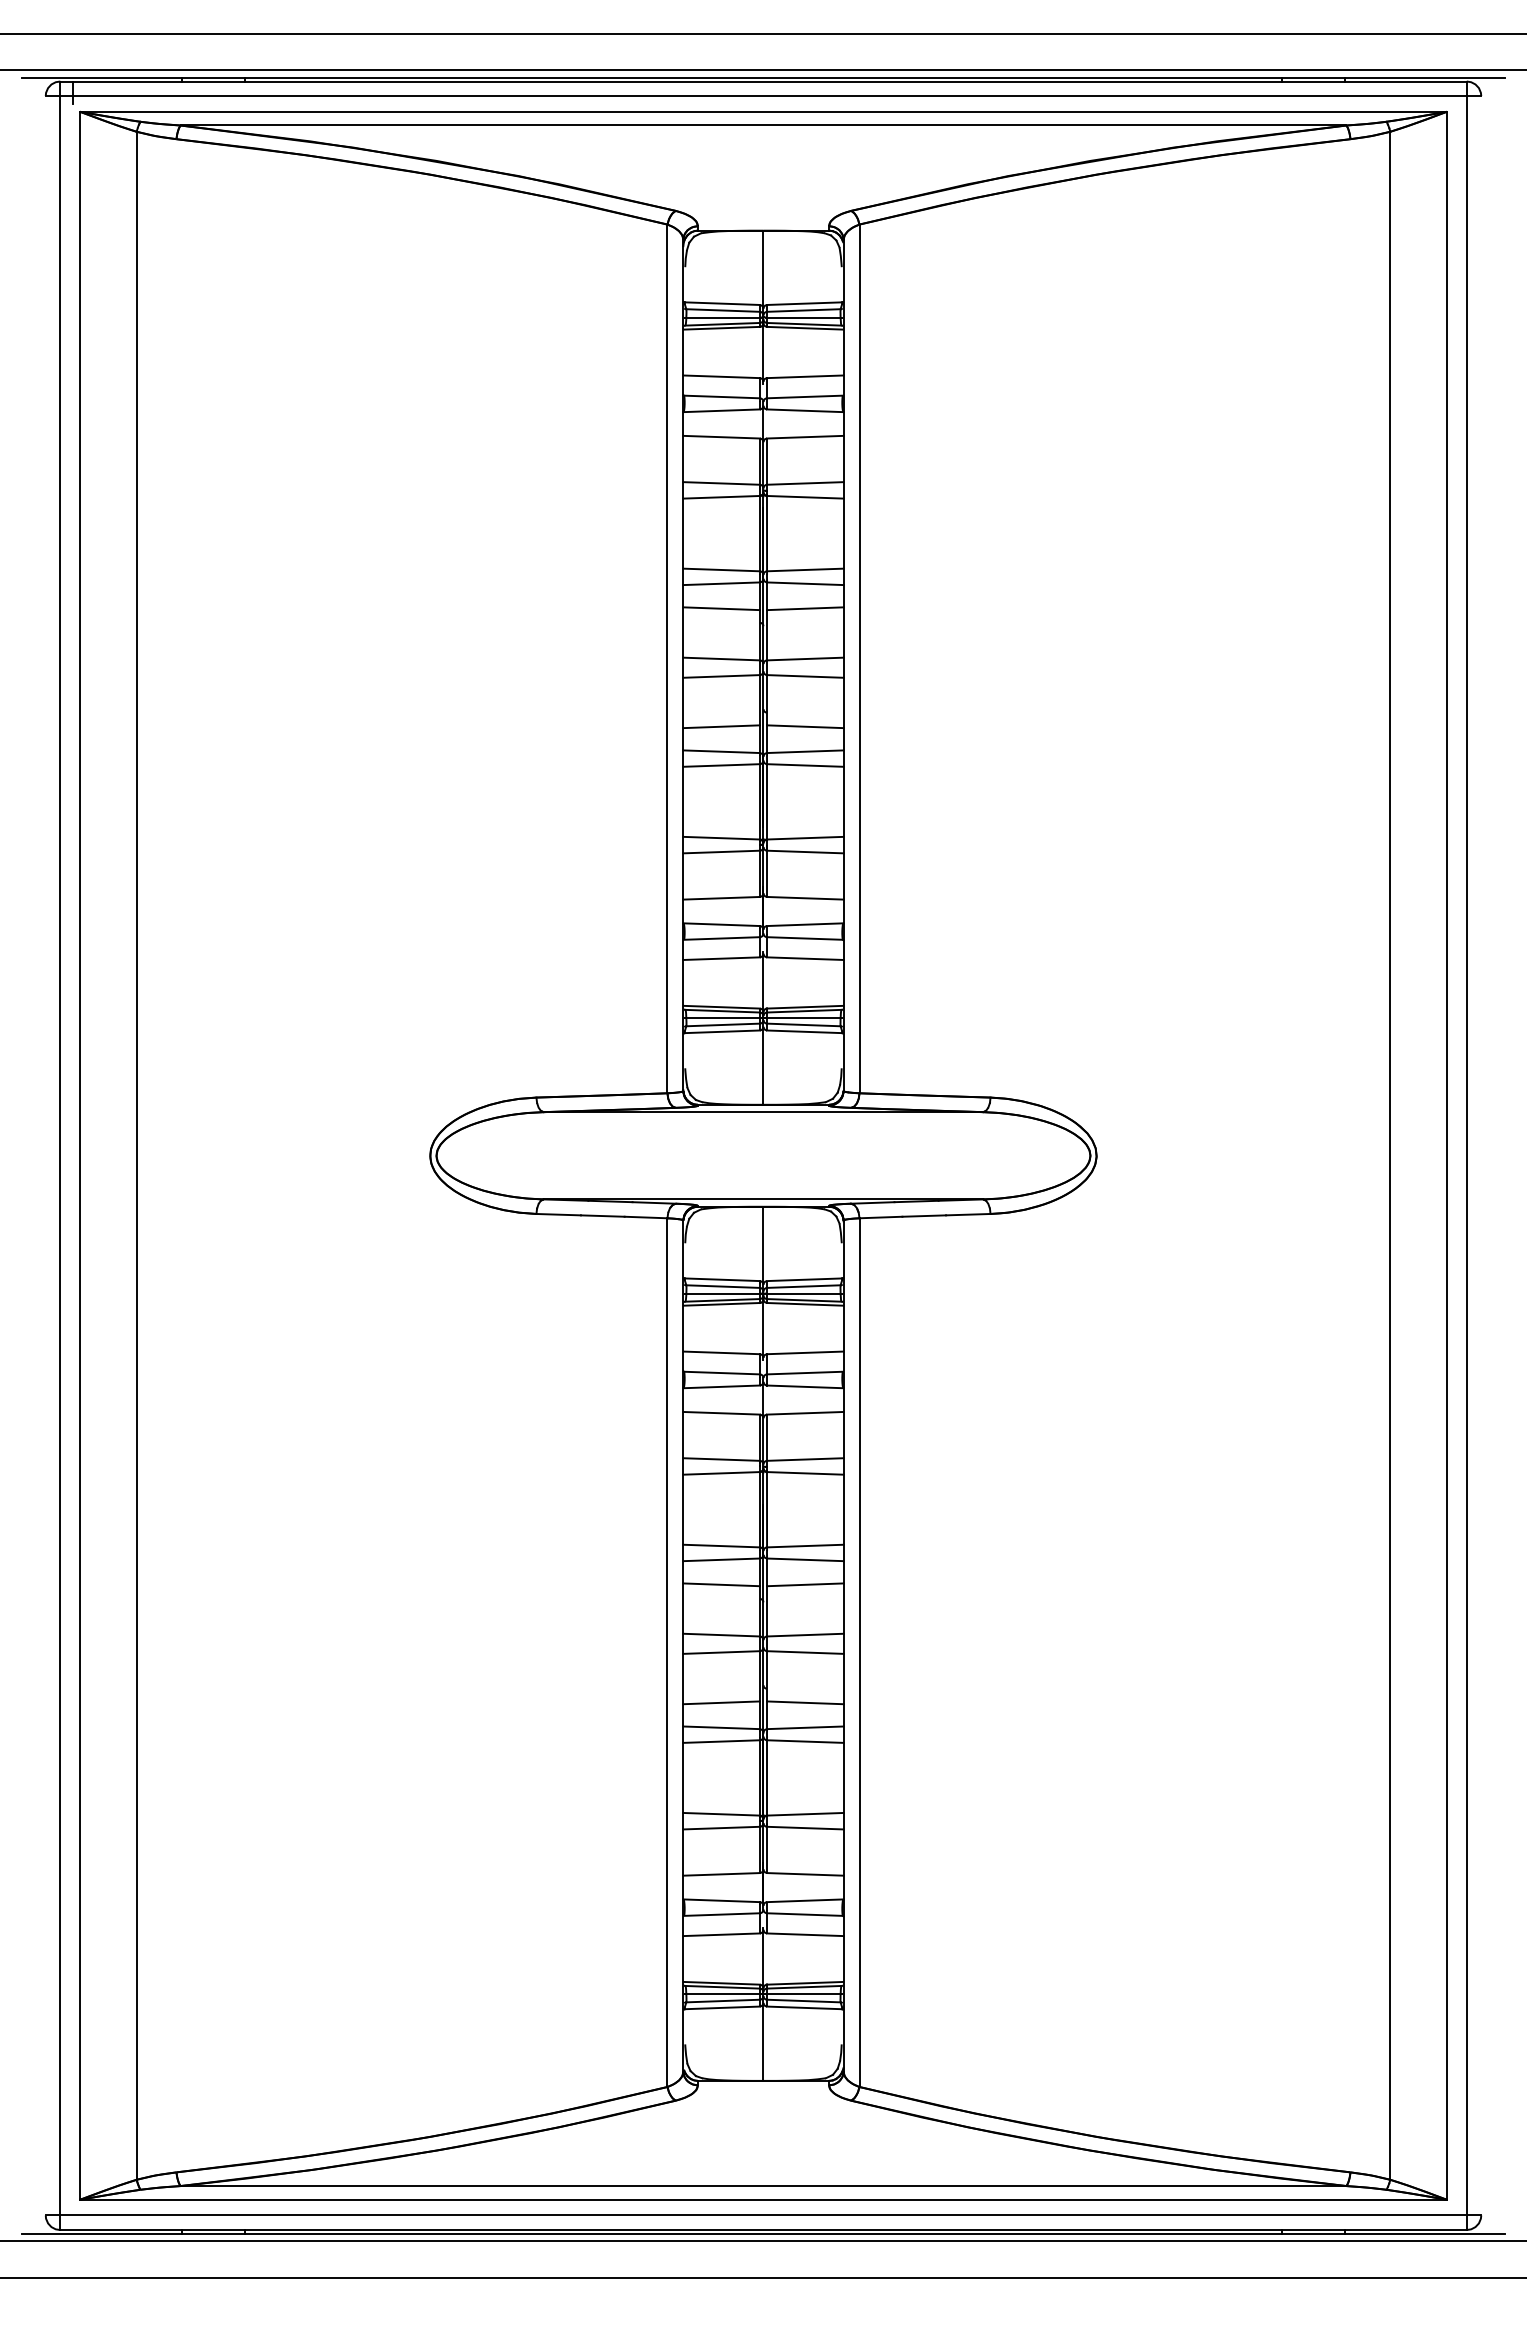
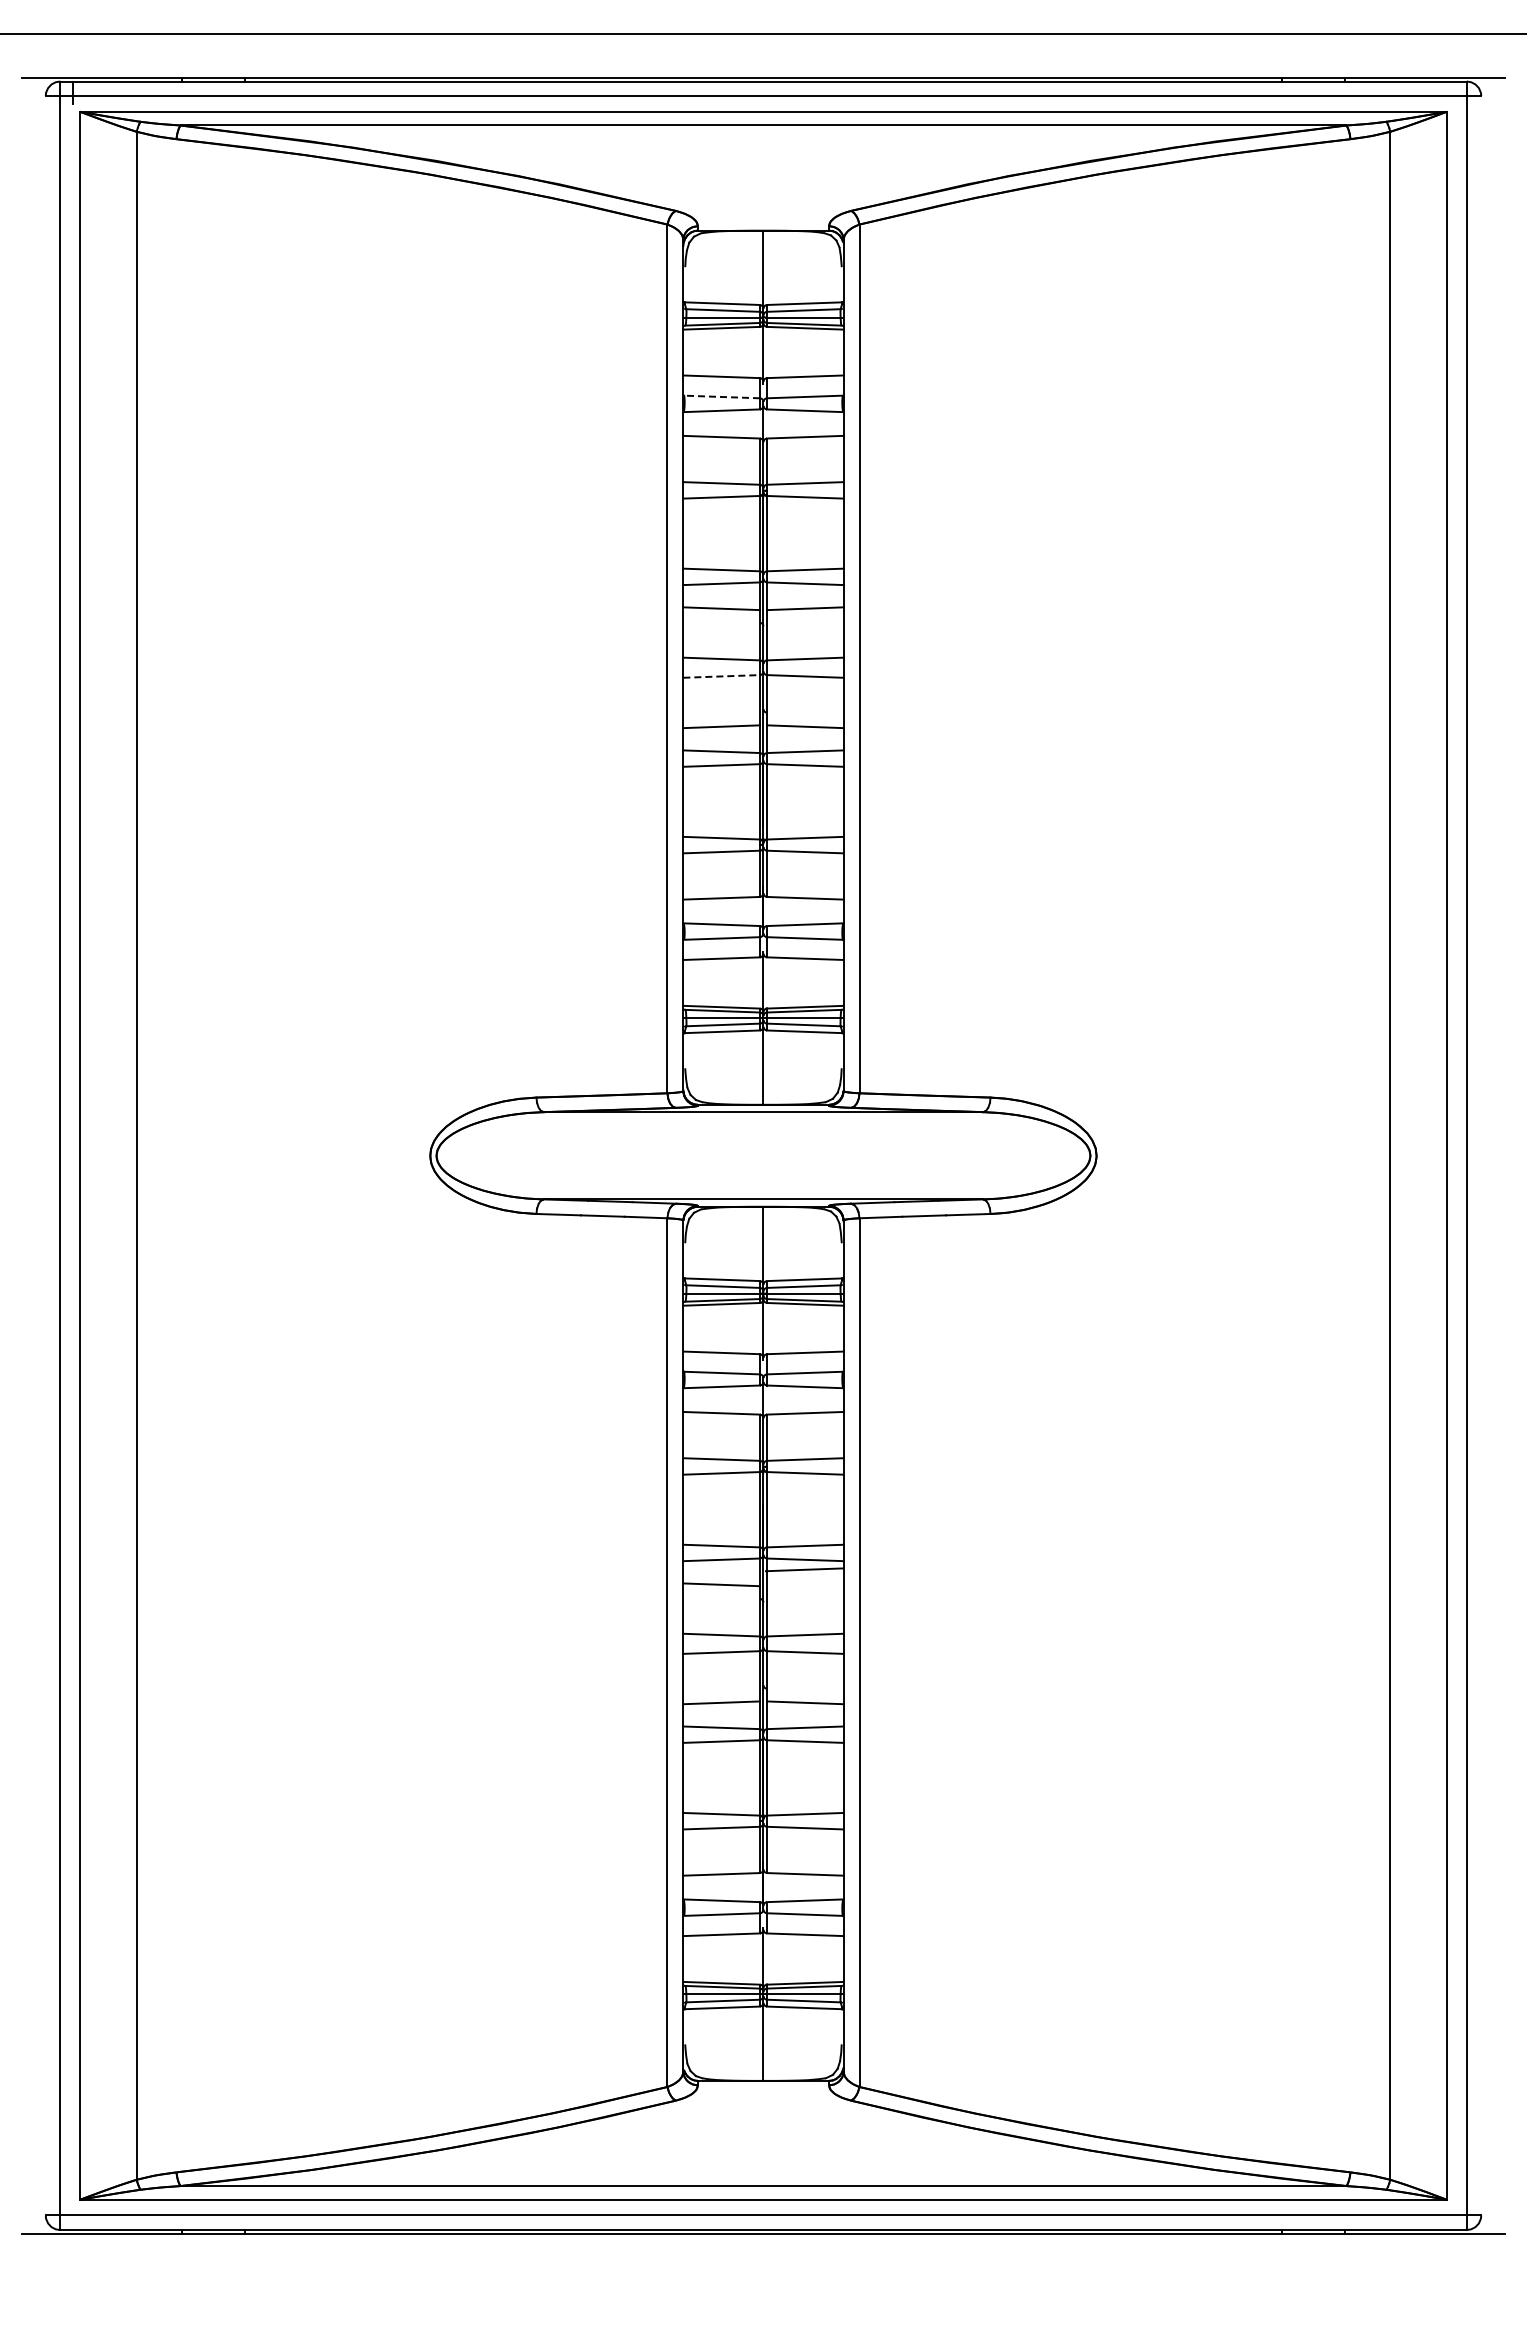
line at (762, 70): present -> none
line at (721, 396): solid -> dashed
line at (722, 676): solid -> dashed
line at (804, 1584) position: (804, 1584) -> (803, 1569)
line at (762, 2241): present -> none
line at (762, 2277): present -> none
